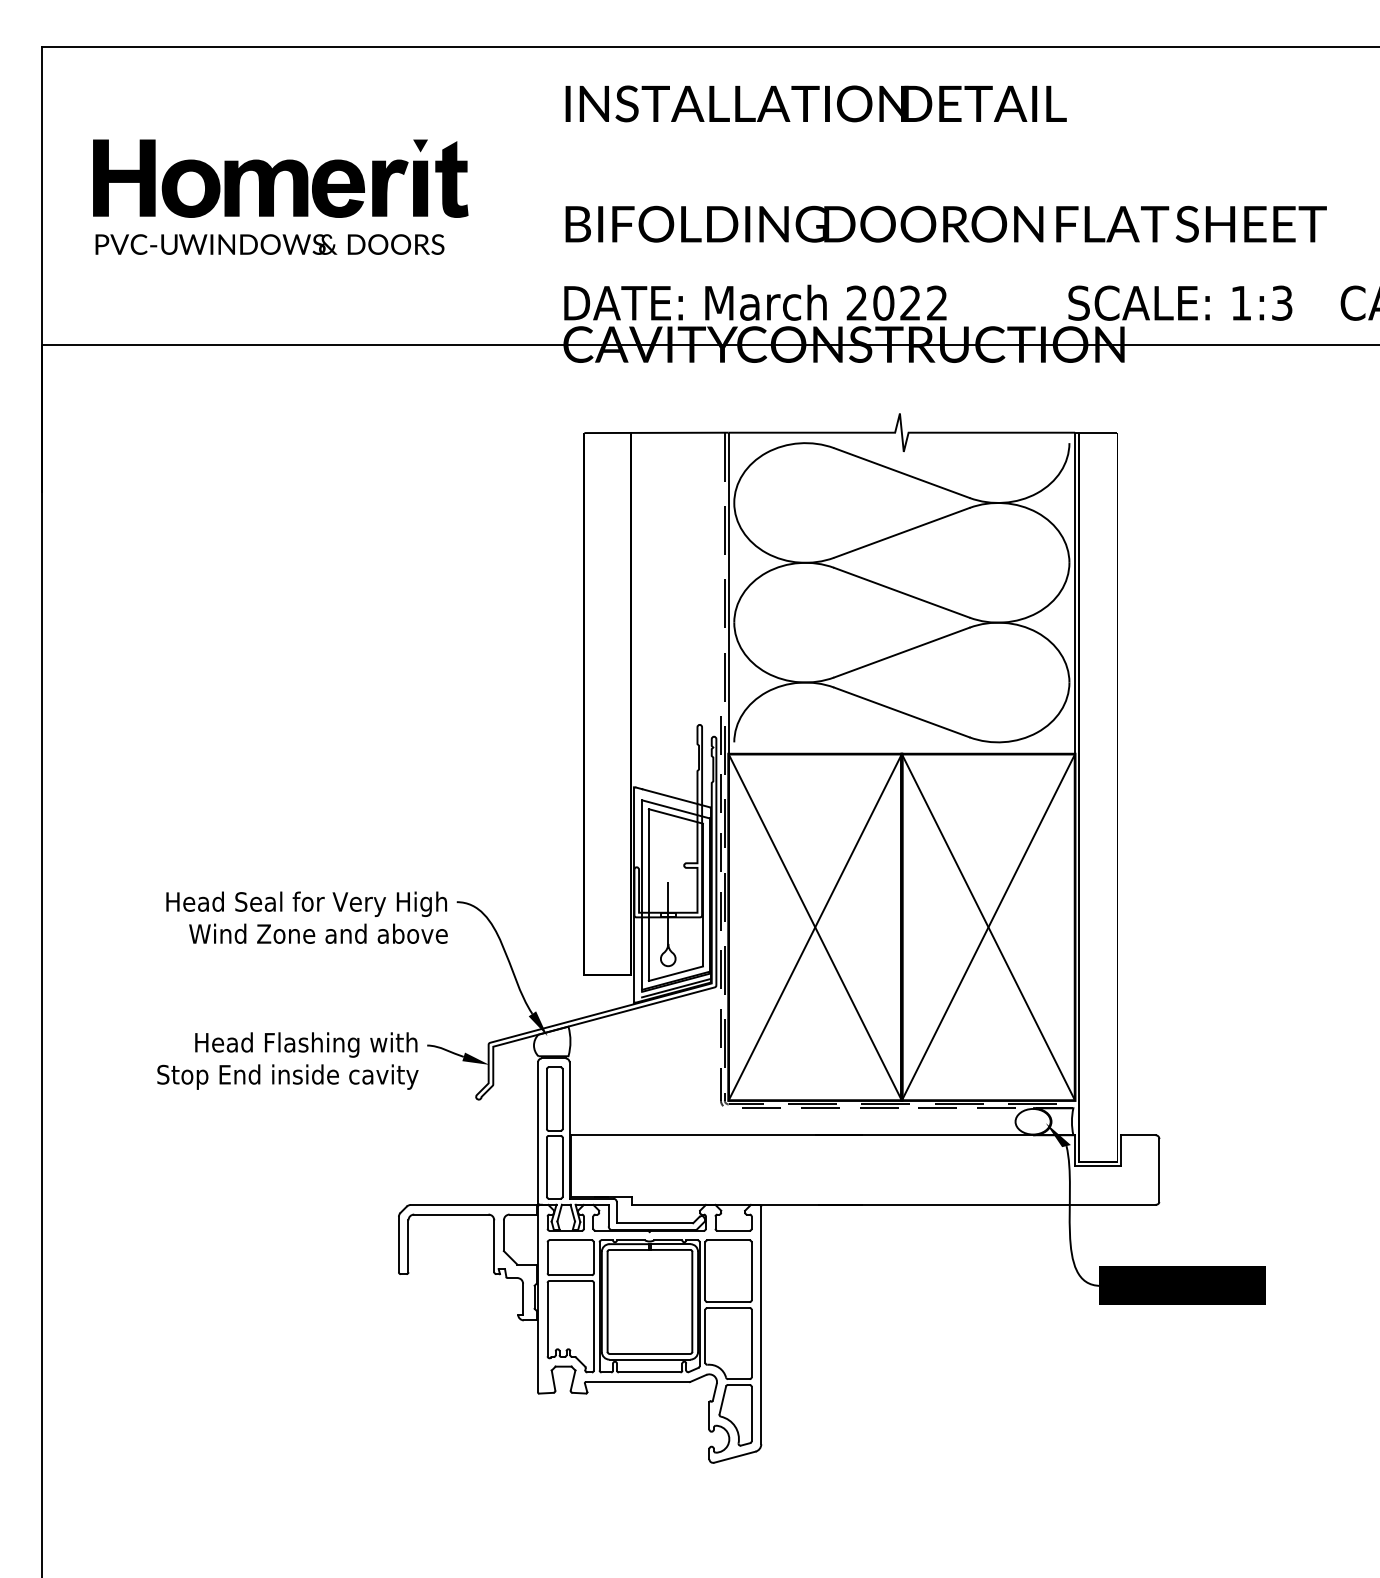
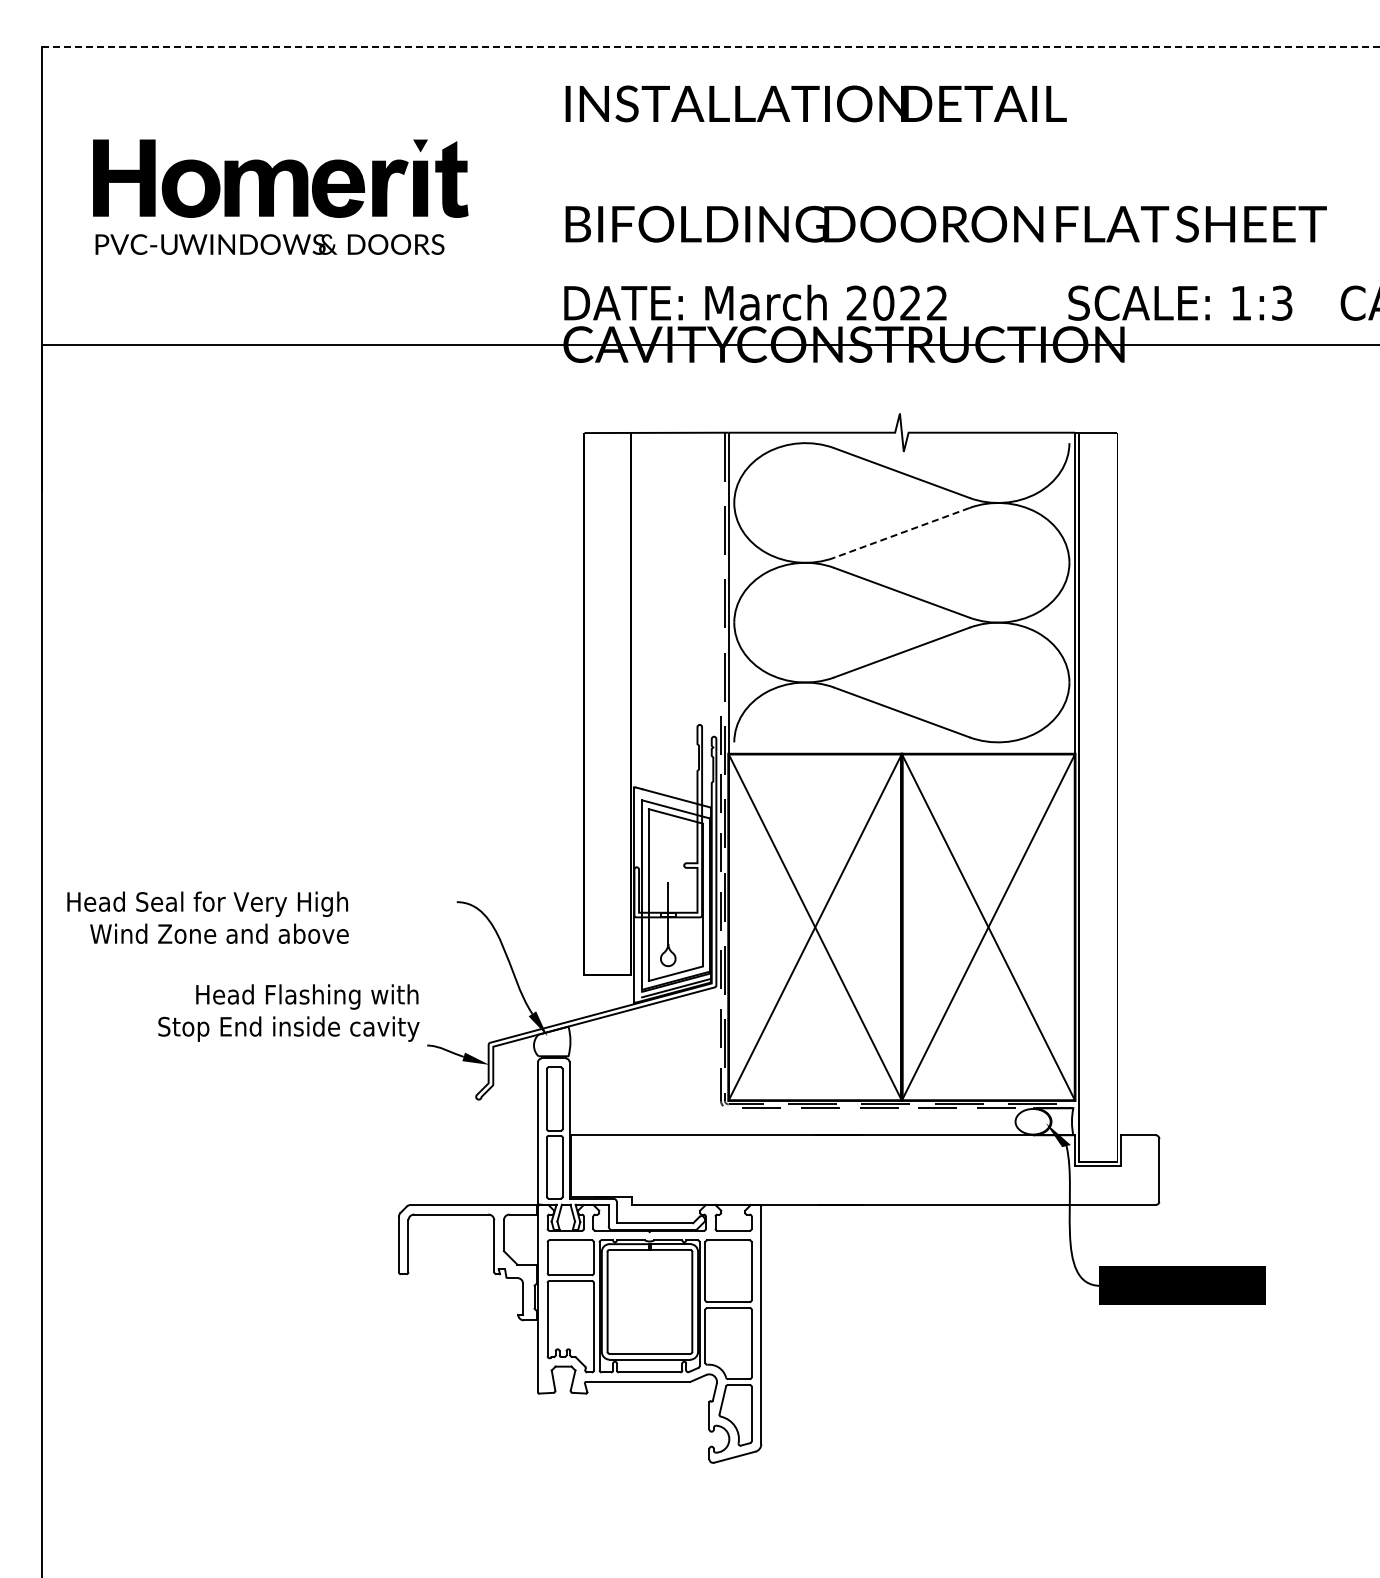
line at (710, 47): solid -> dashed
line at (901, 533): solid -> dashed
text at (306, 917) position: (306, 917) -> (207, 917)
text at (287, 1060) position: (287, 1060) -> (288, 1012)
